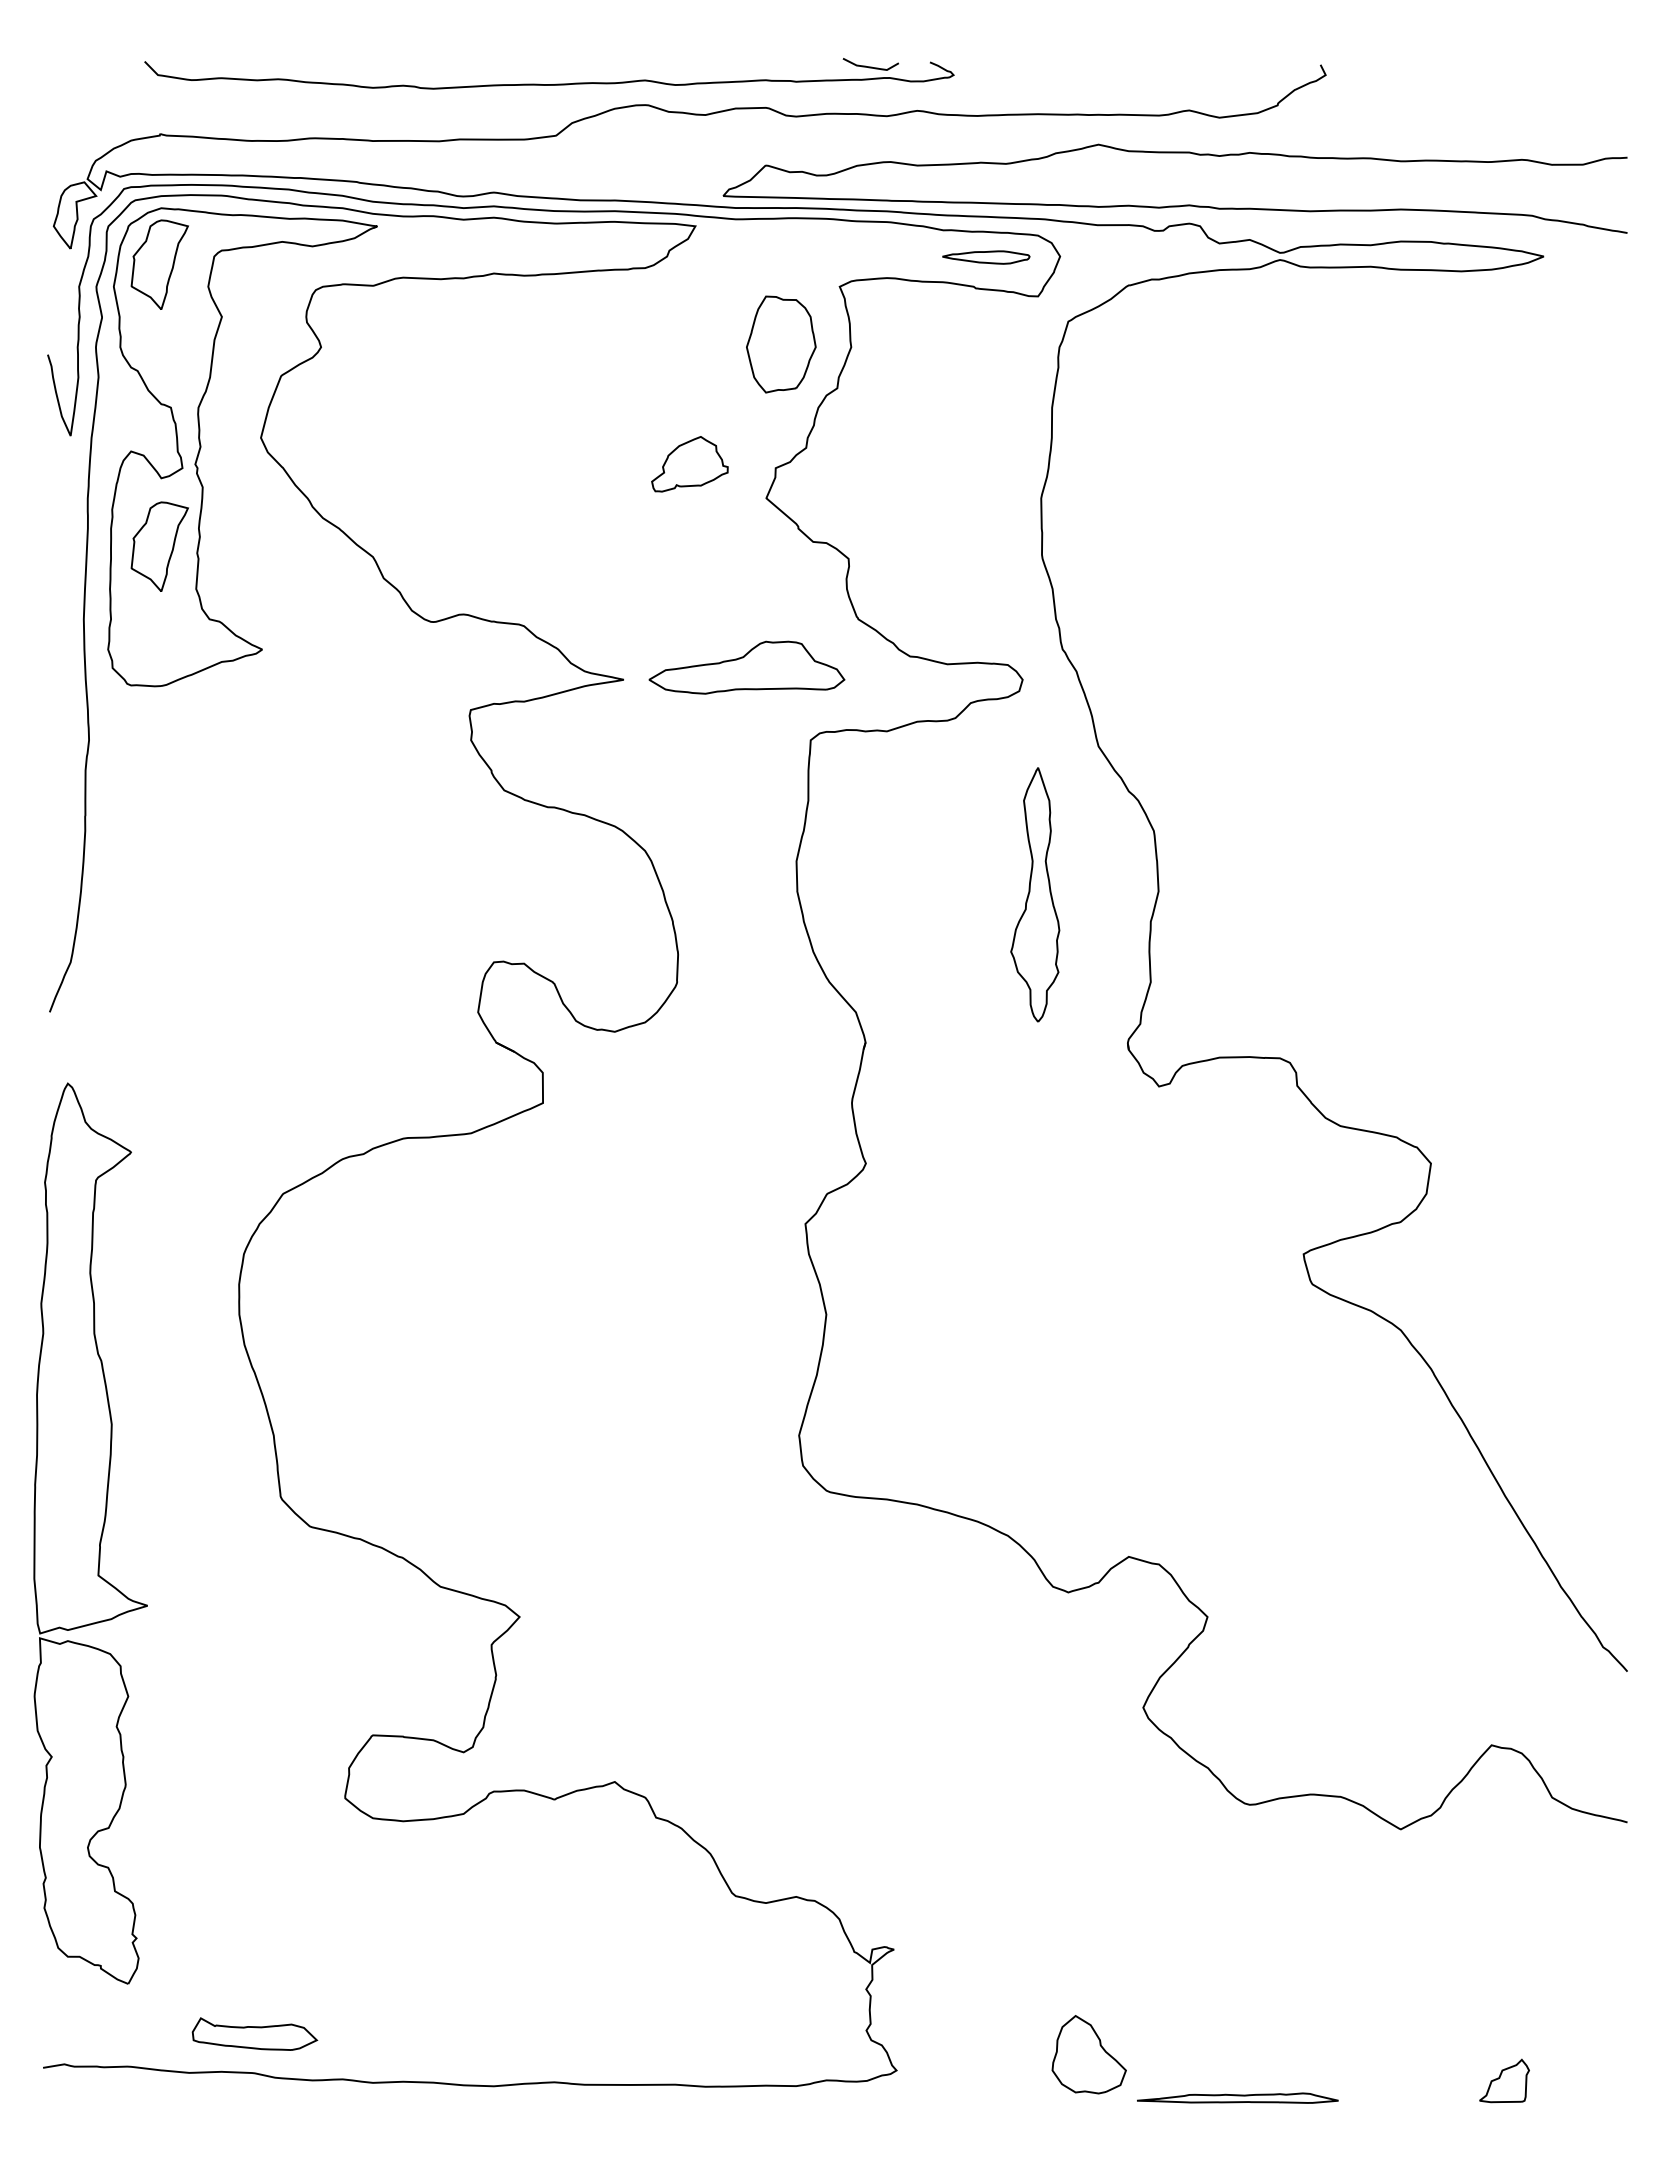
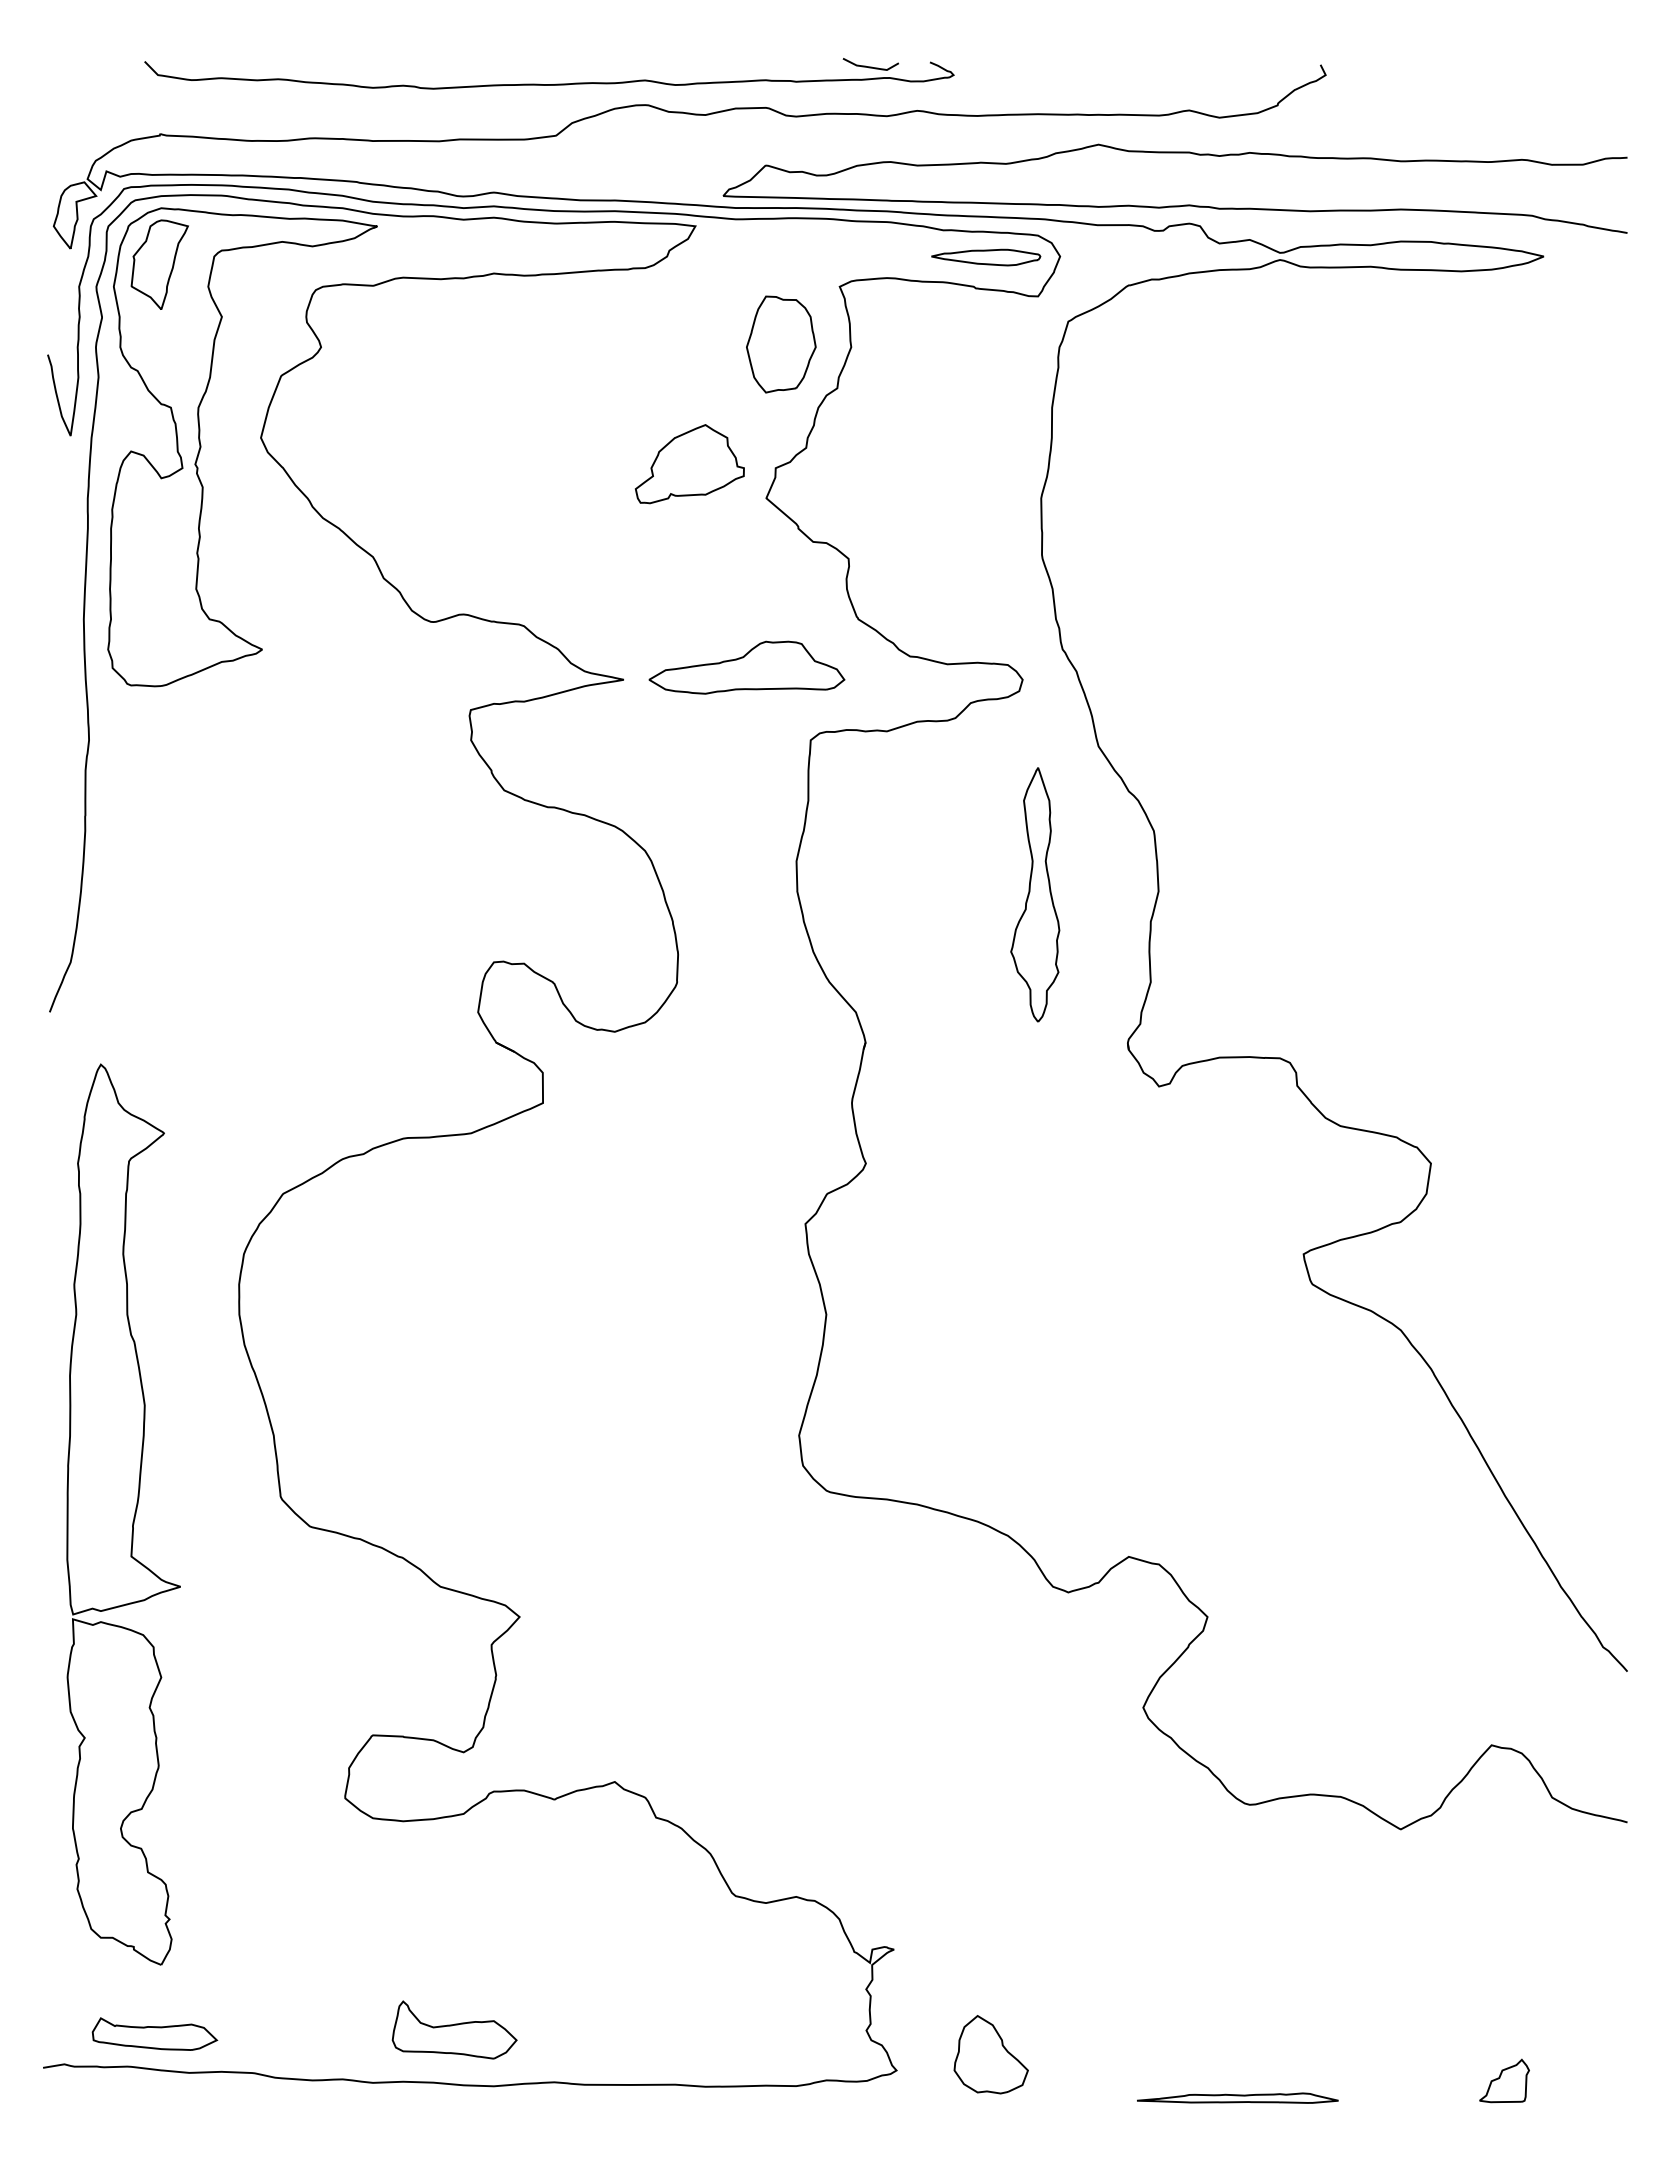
part at (986, 257) size: 89x15 px -> 111x19 px
part at (689, 464) size: 78x57 px -> 110x81 px
part at (159, 546): present -> none
part at (90, 1533) position: (90, 1533) -> (123, 1514)
part at (454, 2029): none -> present
part at (254, 2033) position: (254, 2033) -> (154, 2033)
part at (1088, 2054) position: (1088, 2054) -> (990, 2054)
